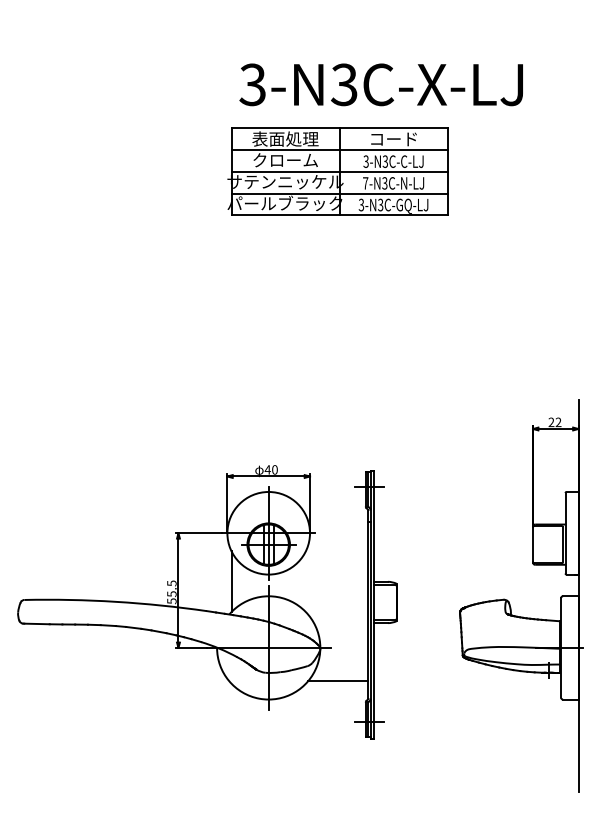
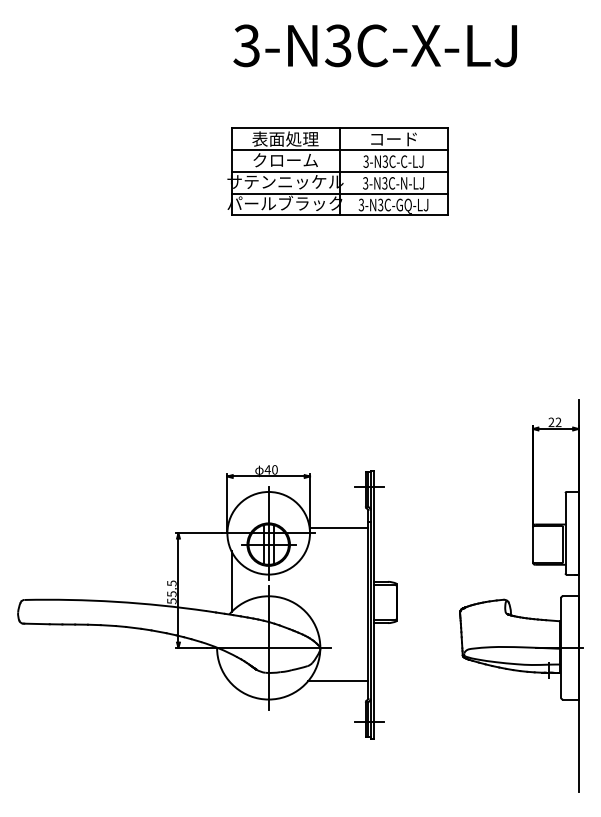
text at (380, 84) position: (380, 84) -> (374, 45)
text at (365, 183): 7-N3C-N-LJ -> 3-N3C-N-LJ
line at (338, 528): none -> present
